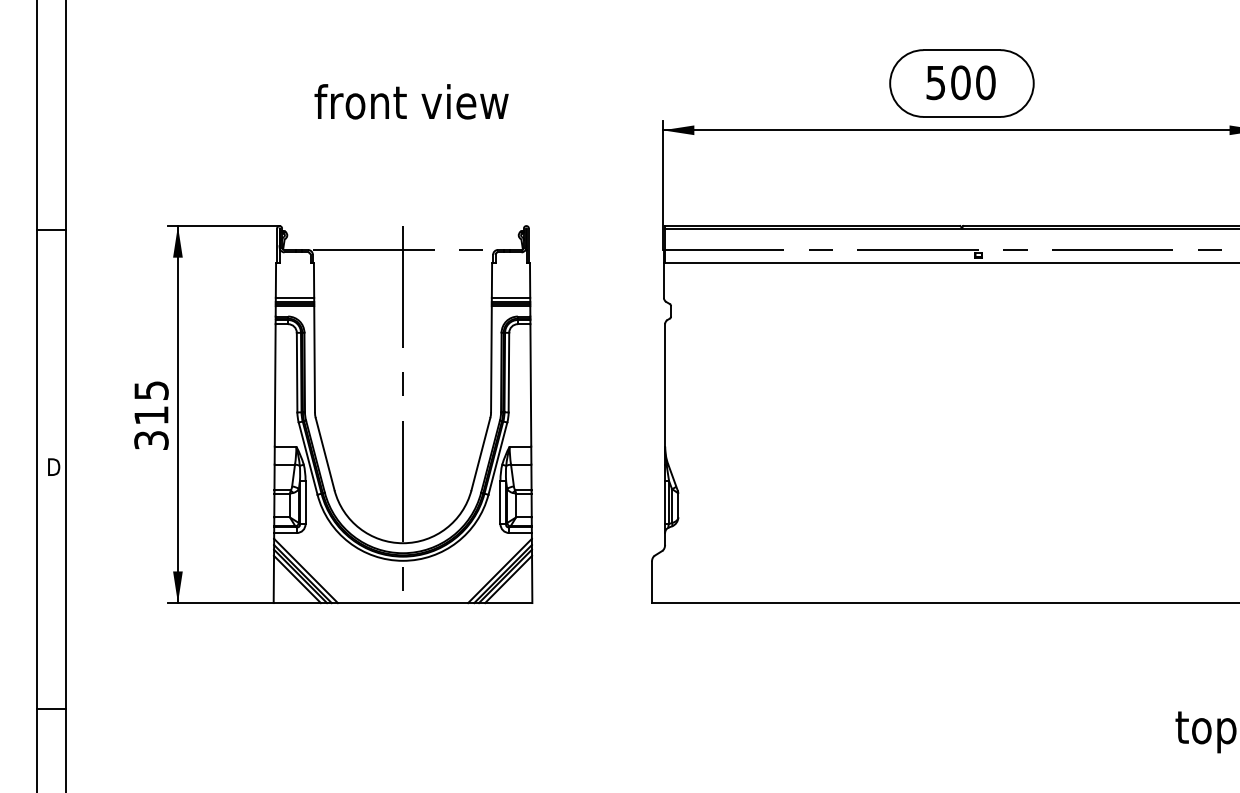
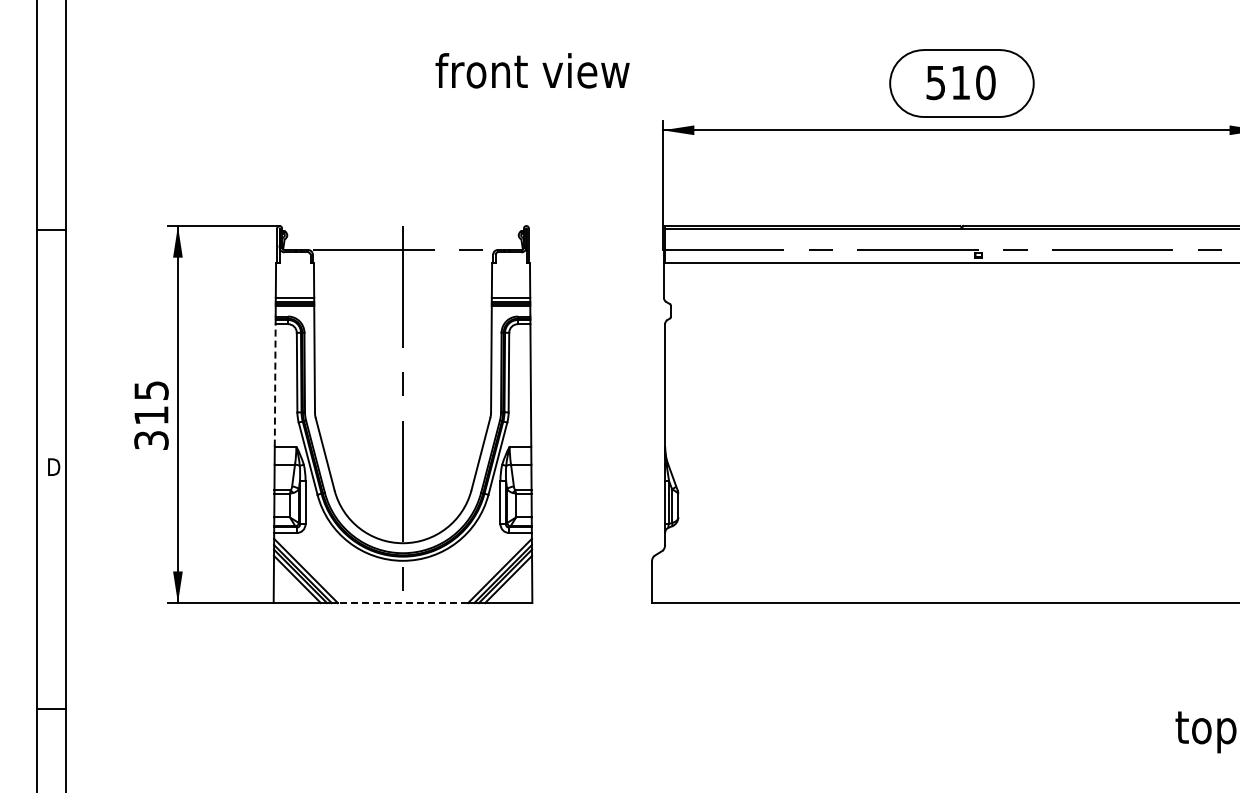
text at (960, 82): 500 -> 510
text at (411, 101) position: (411, 101) -> (532, 70)
line at (275, 384): solid -> dashed
line at (402, 603): solid -> dashed
